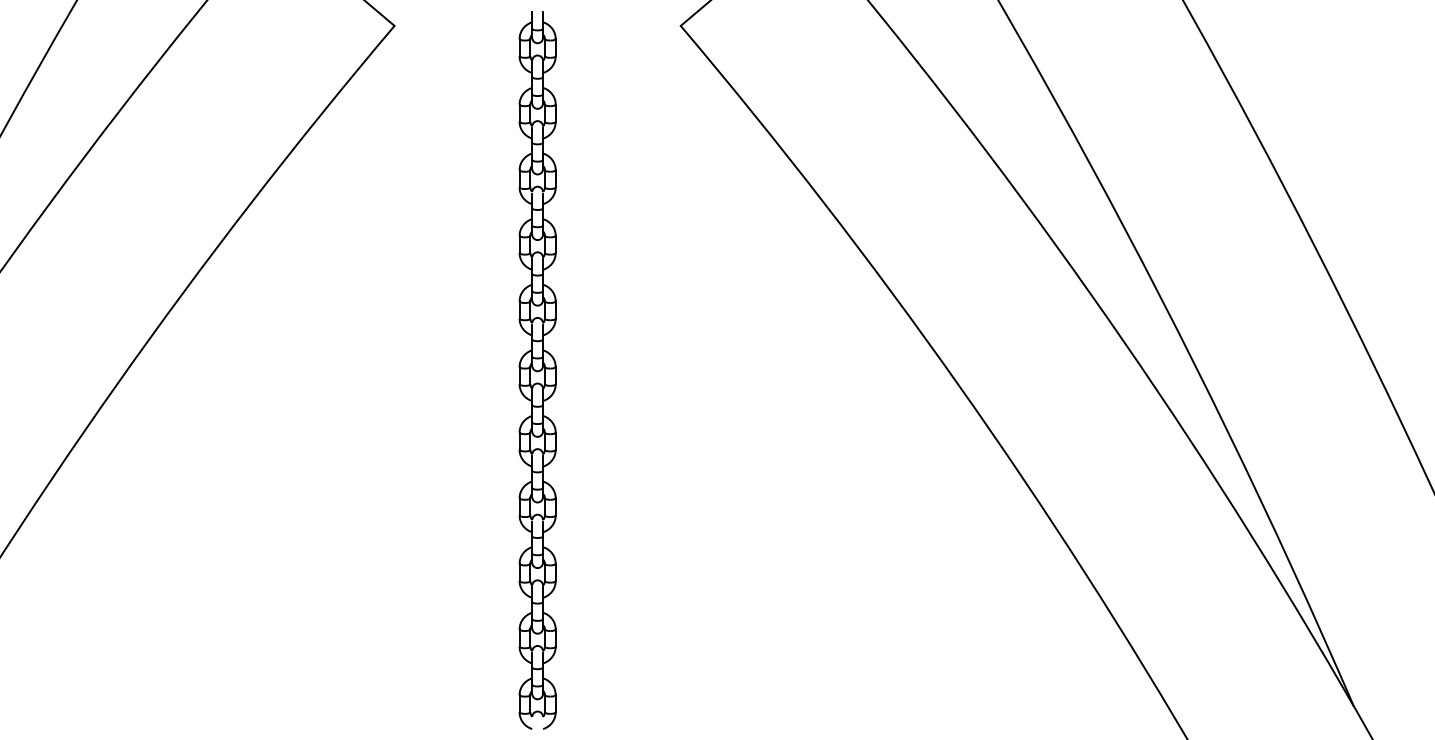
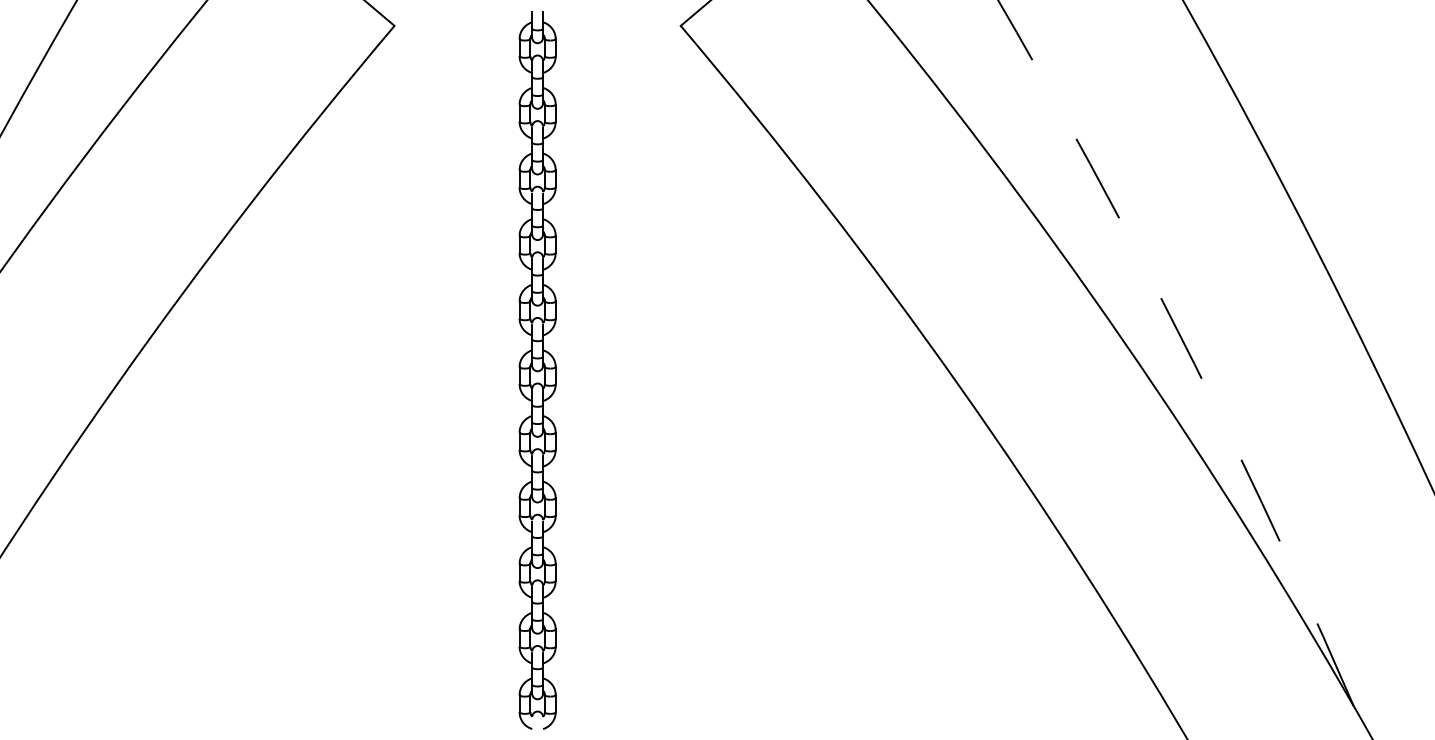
arc at (1186, 347): solid -> dashed
